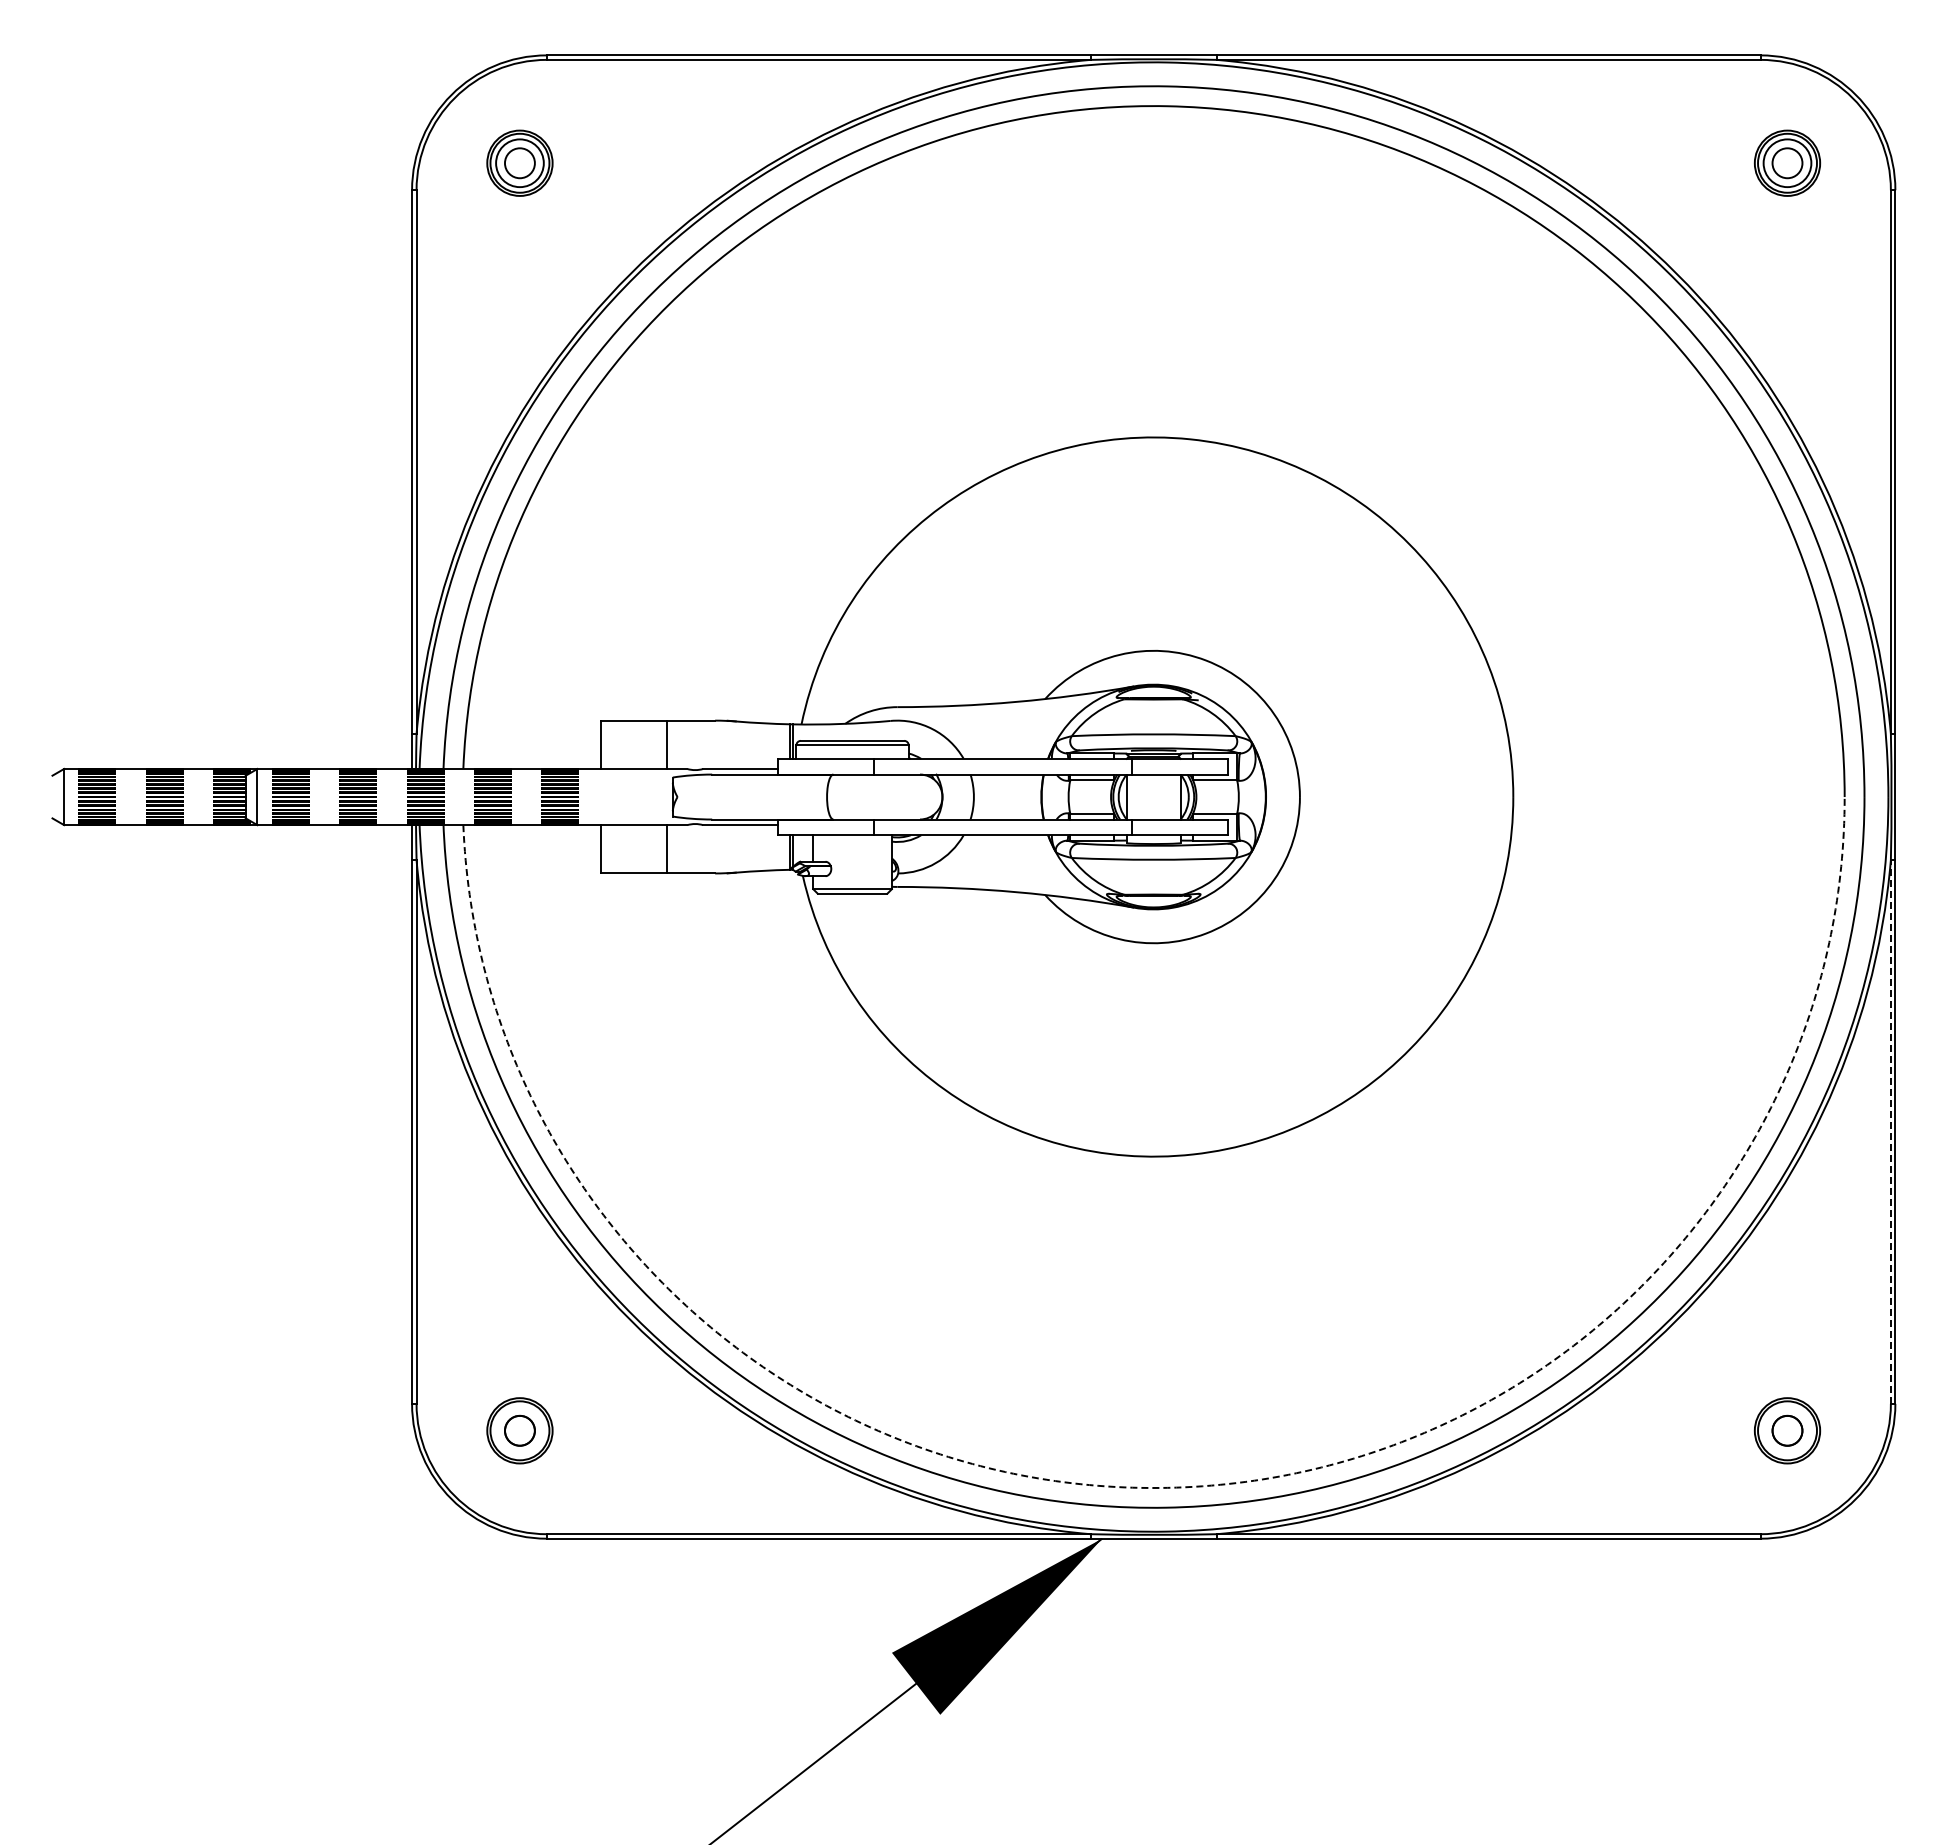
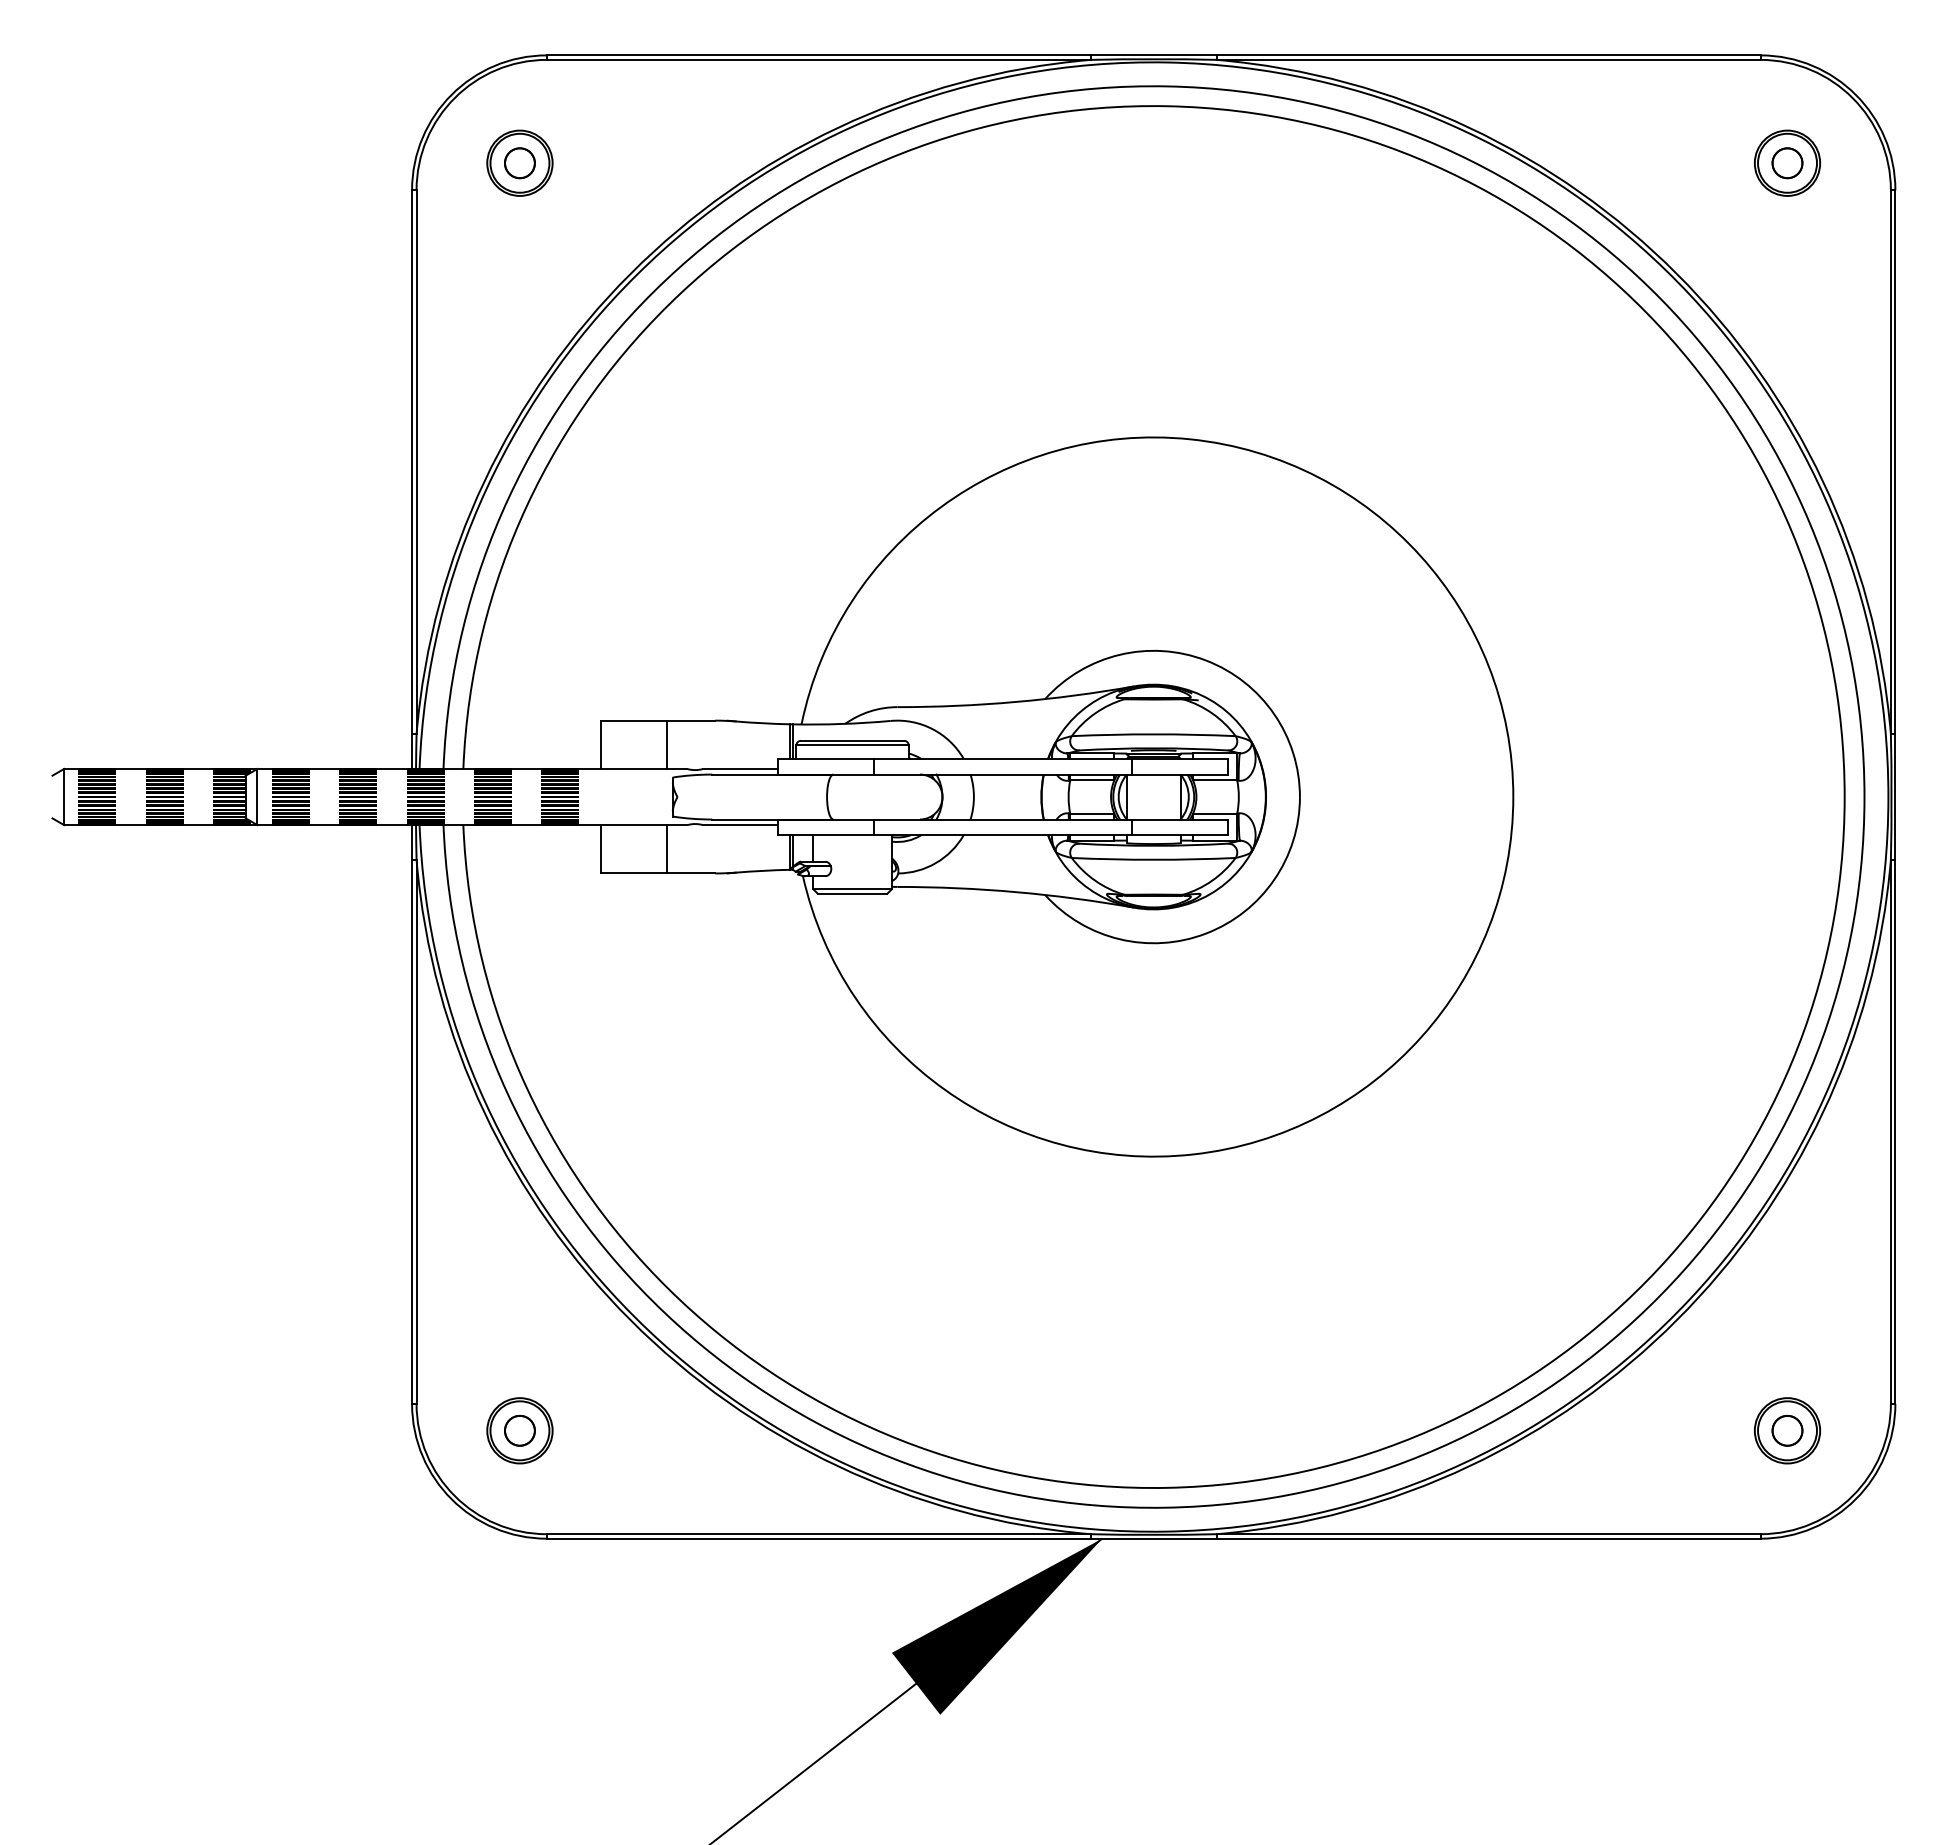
circle at (519, 163) diameter: 48 px -> 30 px
circle at (1787, 163) diameter: 48 px -> 30 px
line at (1890, 1132): dashed -> solid
arc at (1167, 1487): dashed -> solid
